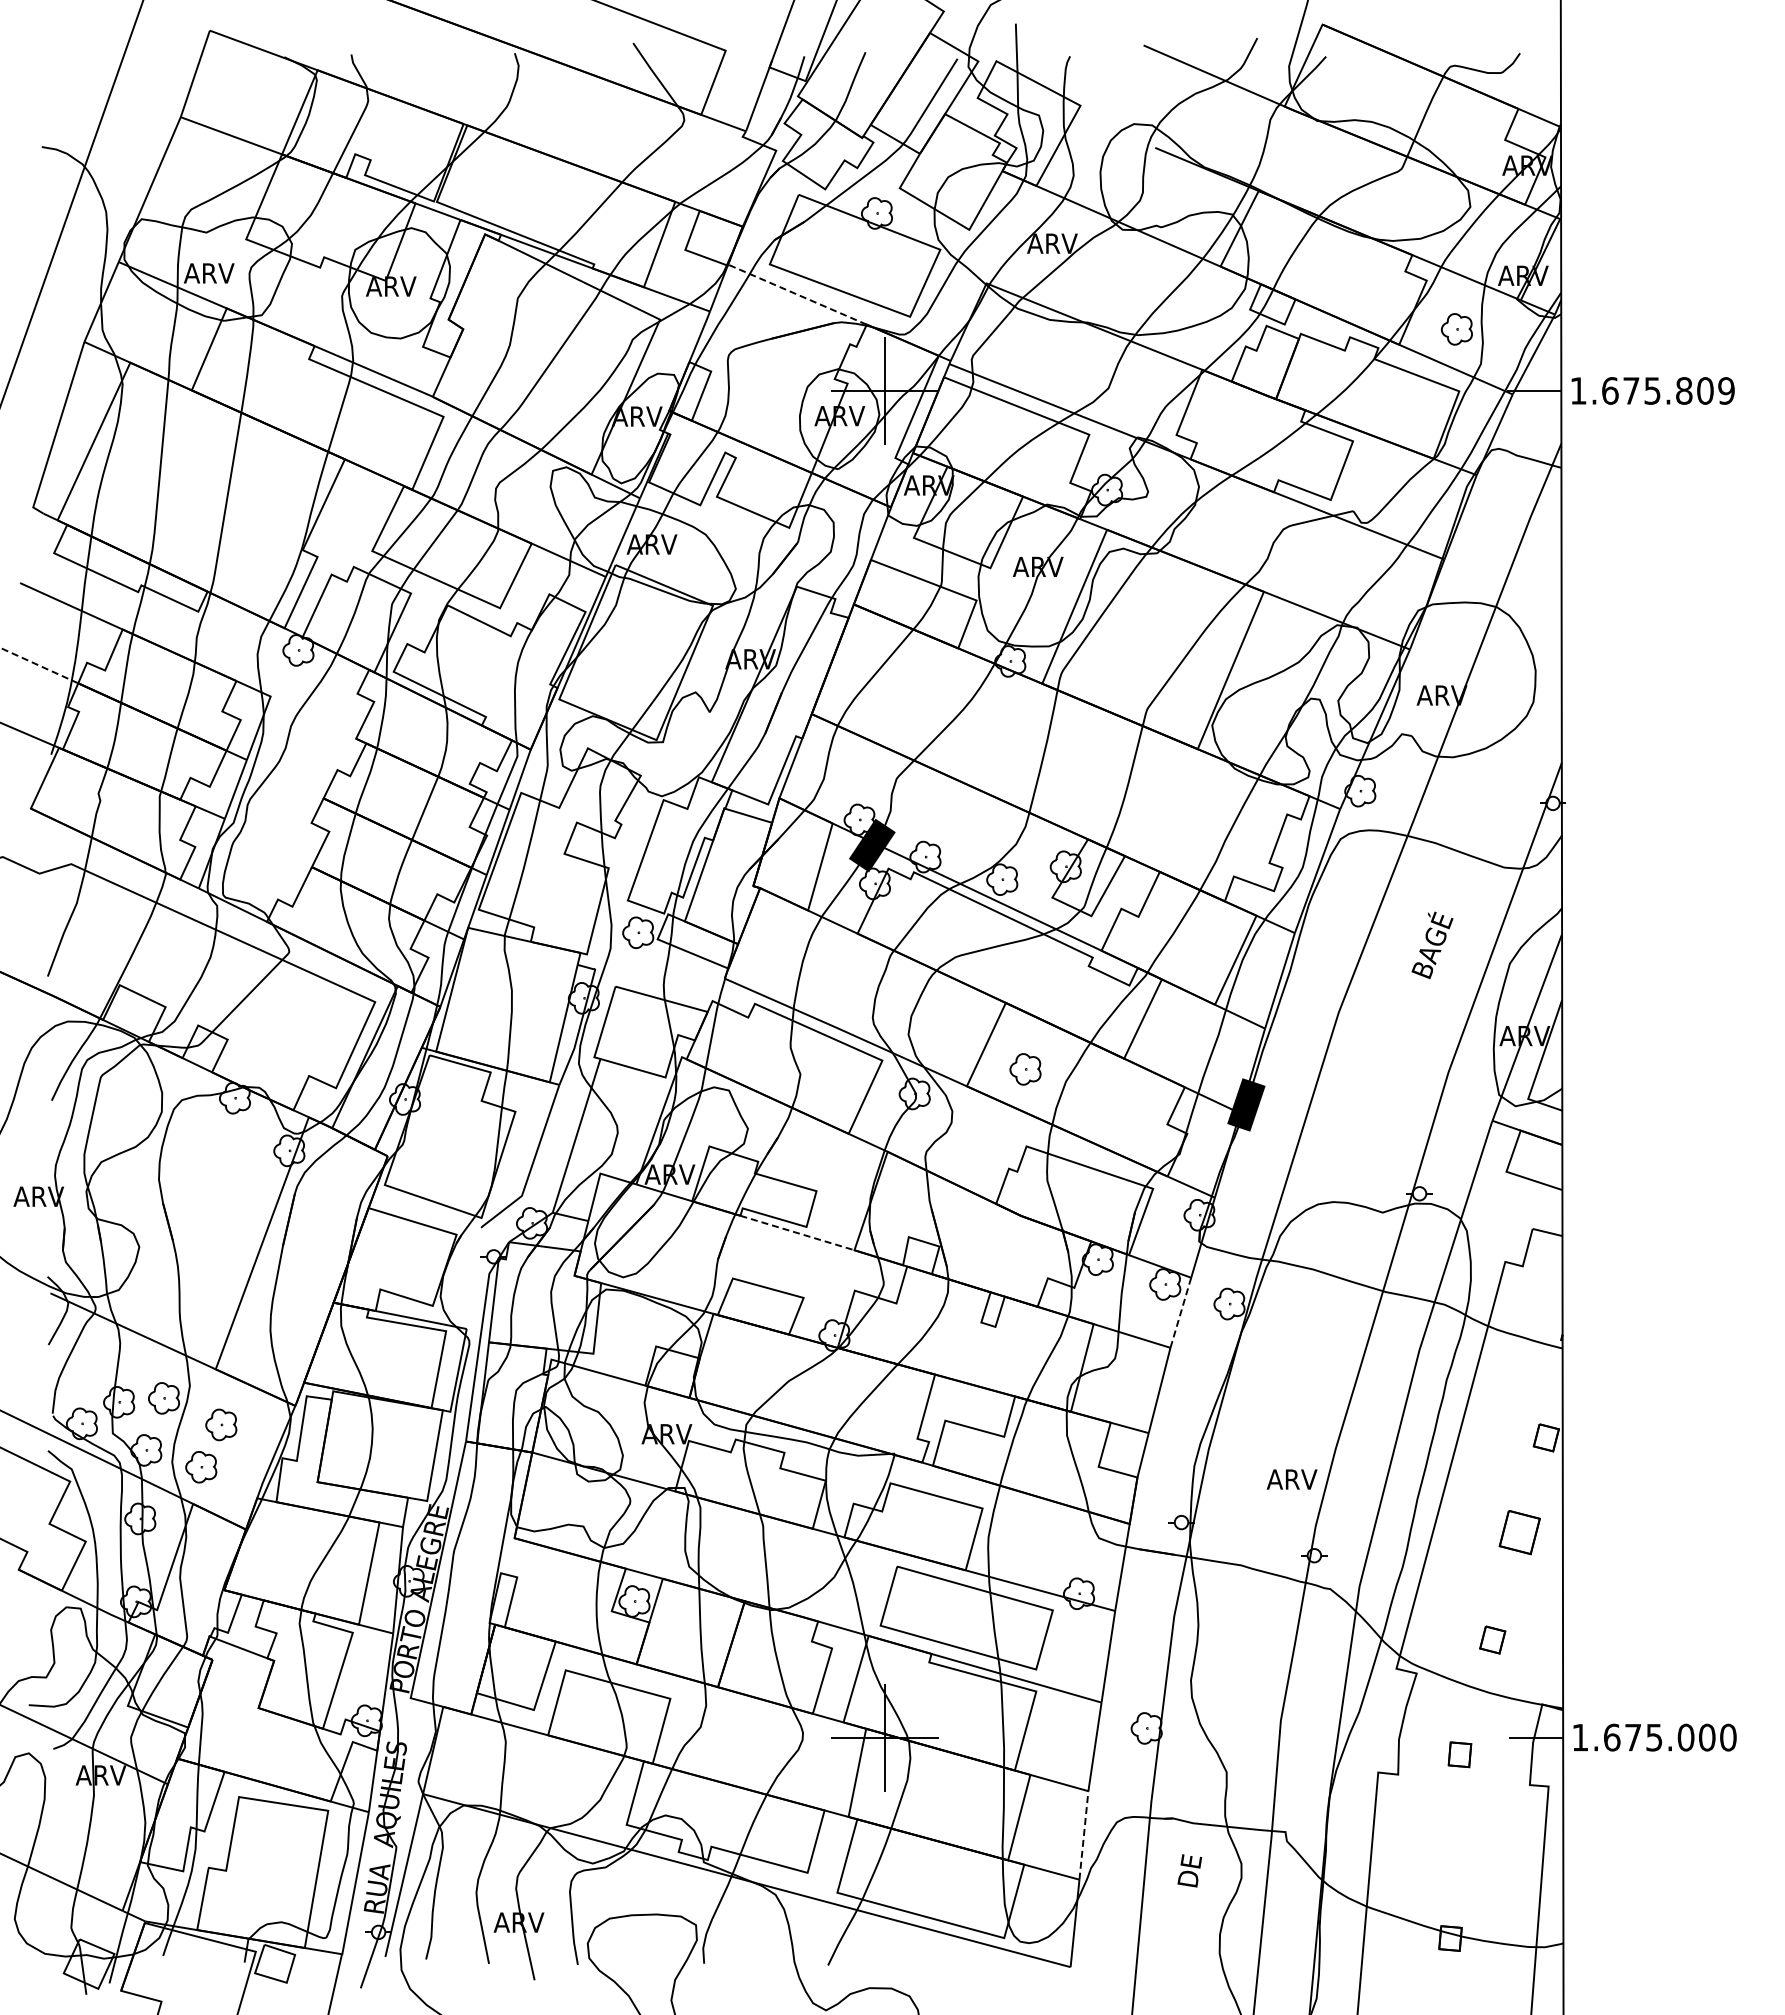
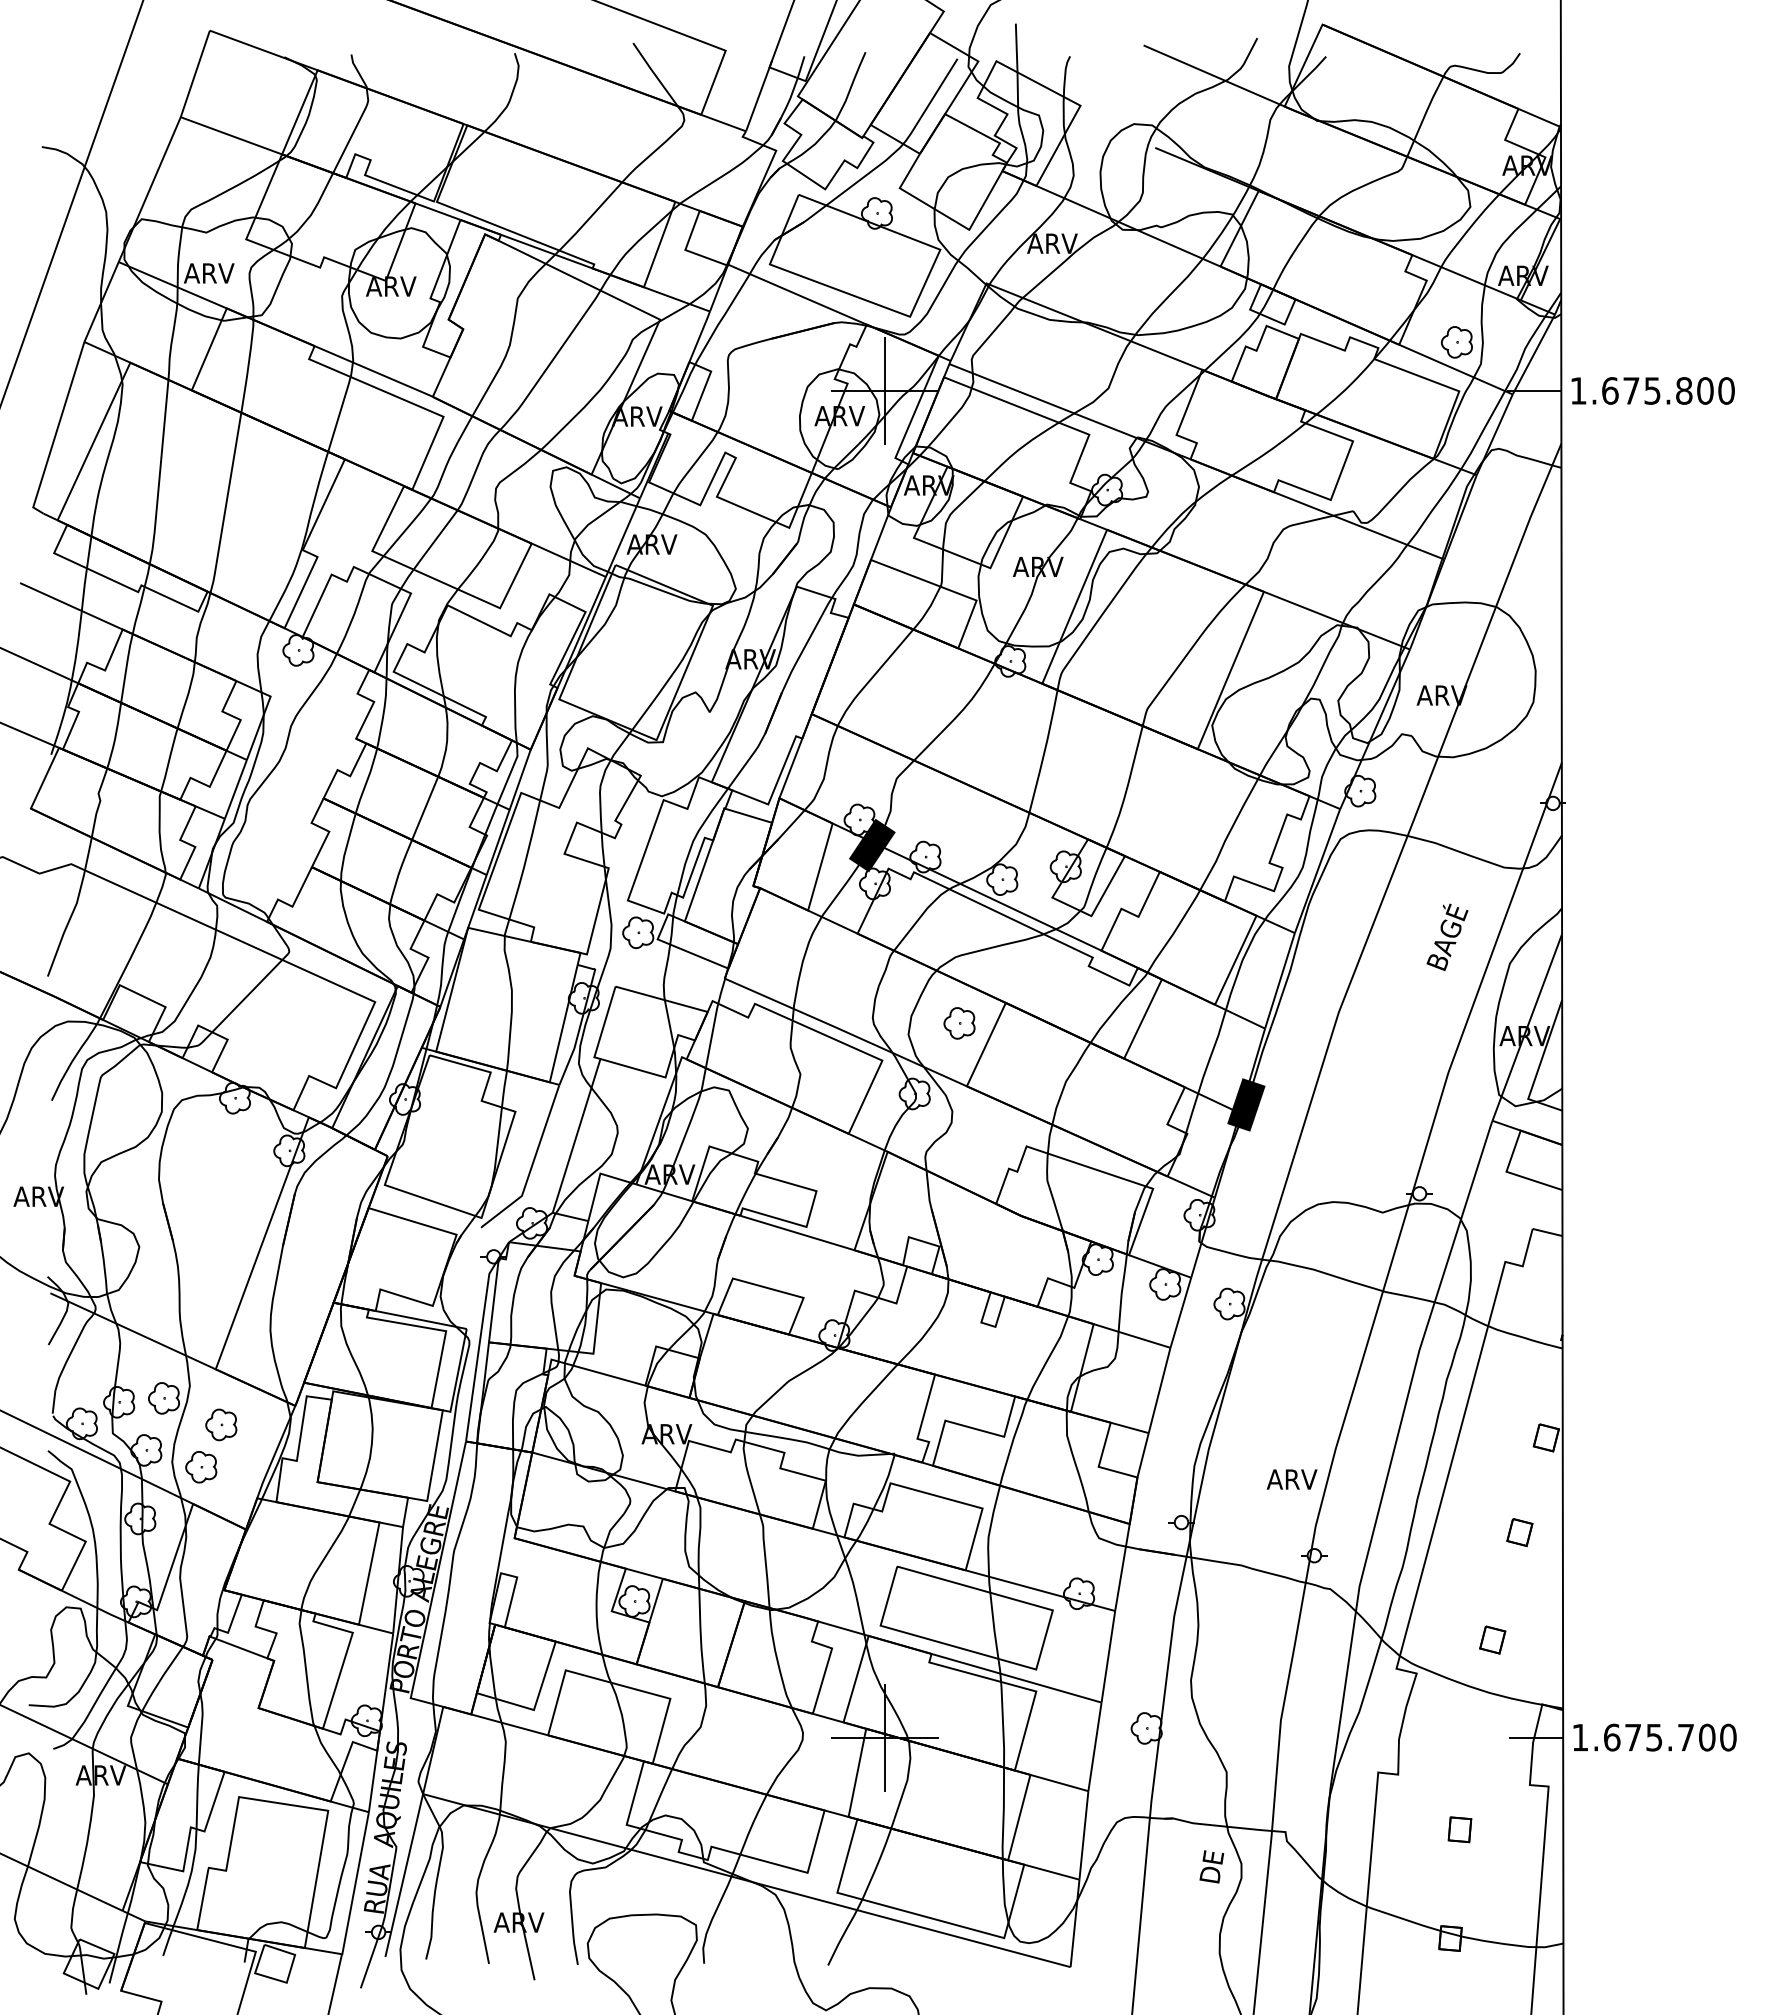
line at (797, 294): dashed -> solid
part at (1456, 329) position: (1456, 329) -> (1456, 342)
text at (1726, 390): 1.675.809 -> 1.675.800
line at (39, 665): dashed -> solid
text at (1432, 944) position: (1432, 944) -> (1447, 936)
part at (1025, 1069) position: (1025, 1069) -> (959, 1023)
line at (797, 1233): dashed -> solid
line at (1180, 1312): dashed -> solid
part at (1519, 1532) size: 43x46 px -> 28x29 px
text at (1685, 1737): 1.675.000 -> 1.675.700
part at (1459, 1754) position: (1459, 1754) -> (1459, 1829)
line at (1083, 1834): dashed -> solid
text at (1189, 1870) position: (1189, 1870) -> (1211, 1866)
